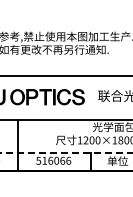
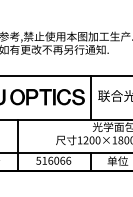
line at (90, 97): none -> present
line at (66, 152): dashed -> solid
